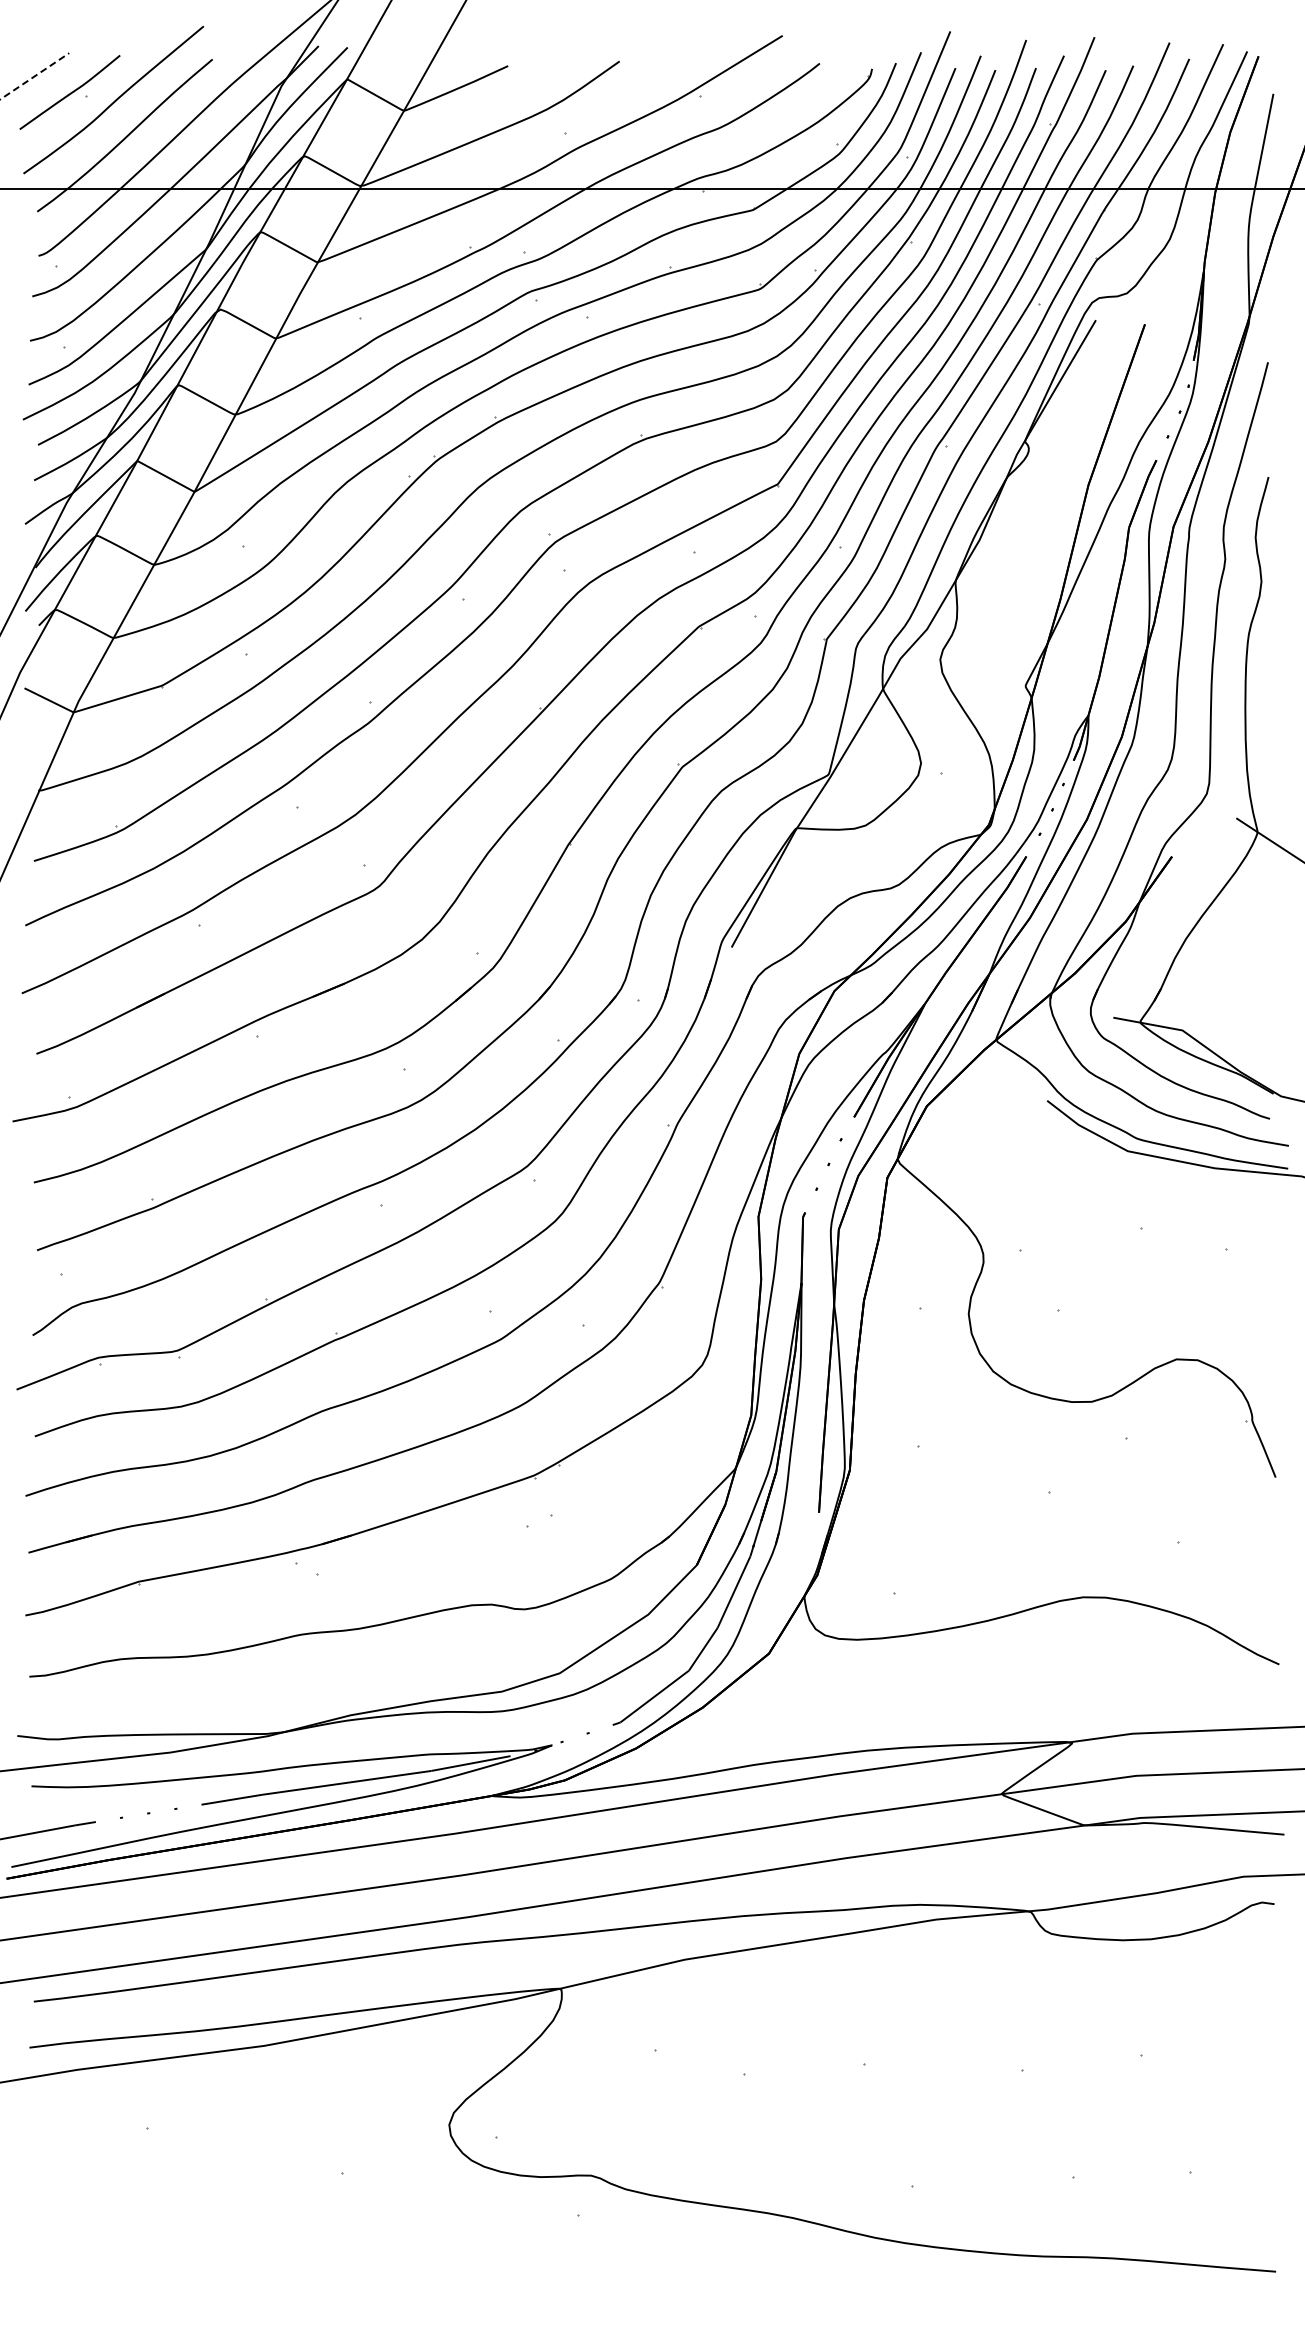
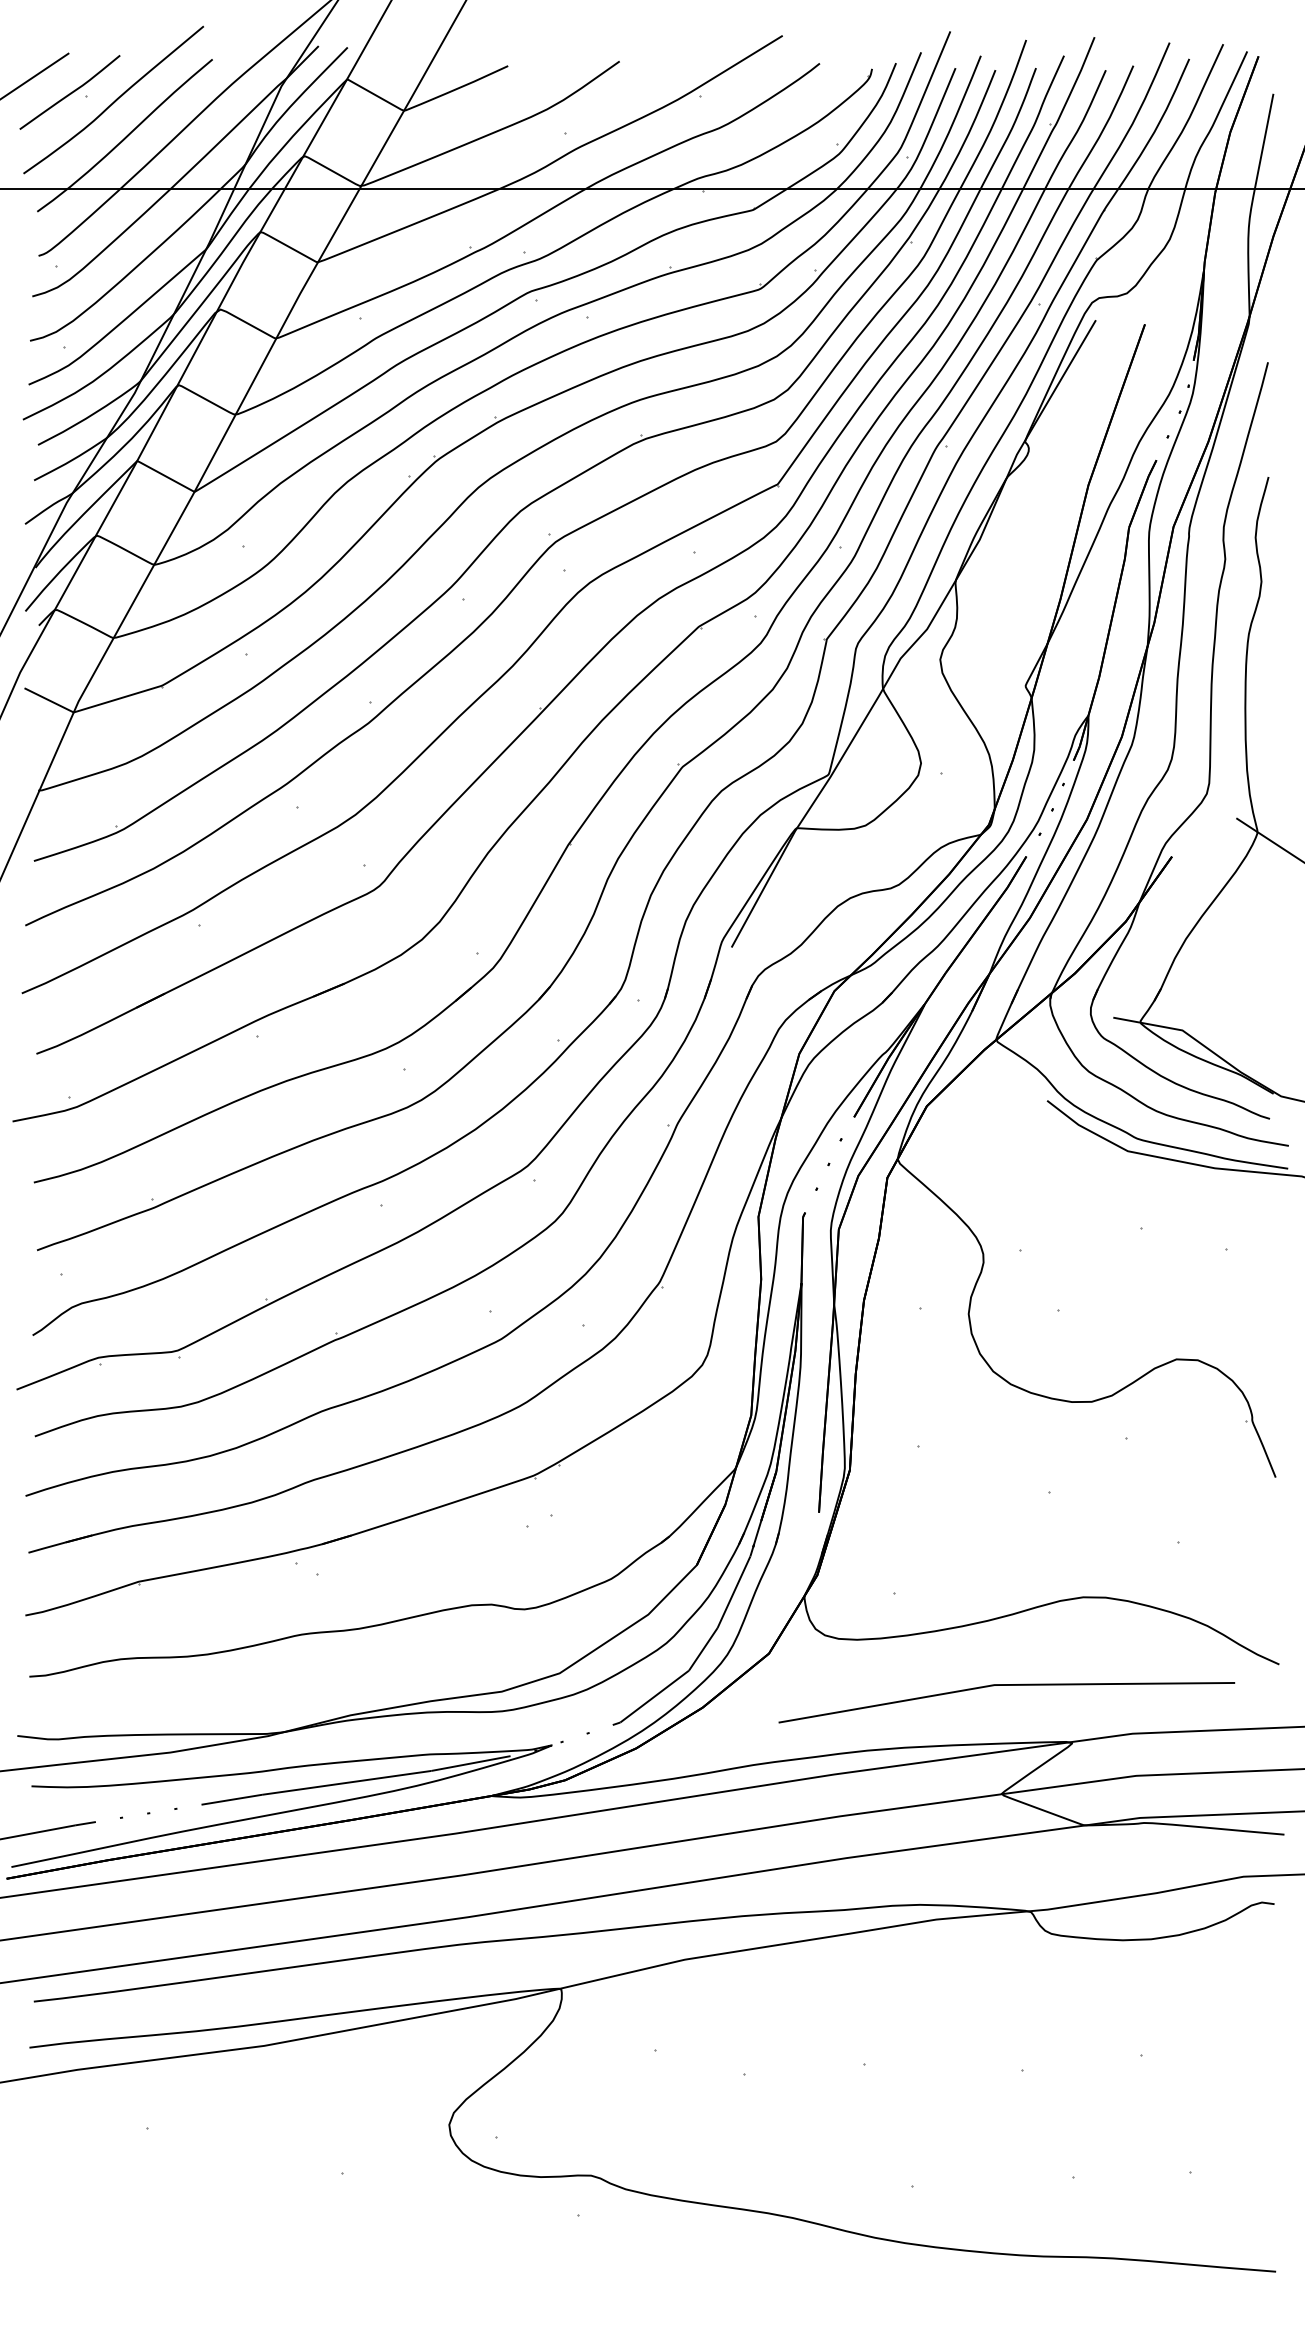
line at (35, 75): dashed -> solid
line at (1006, 1685): none -> present
